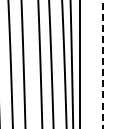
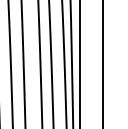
line at (102, 64): dashed -> solid
